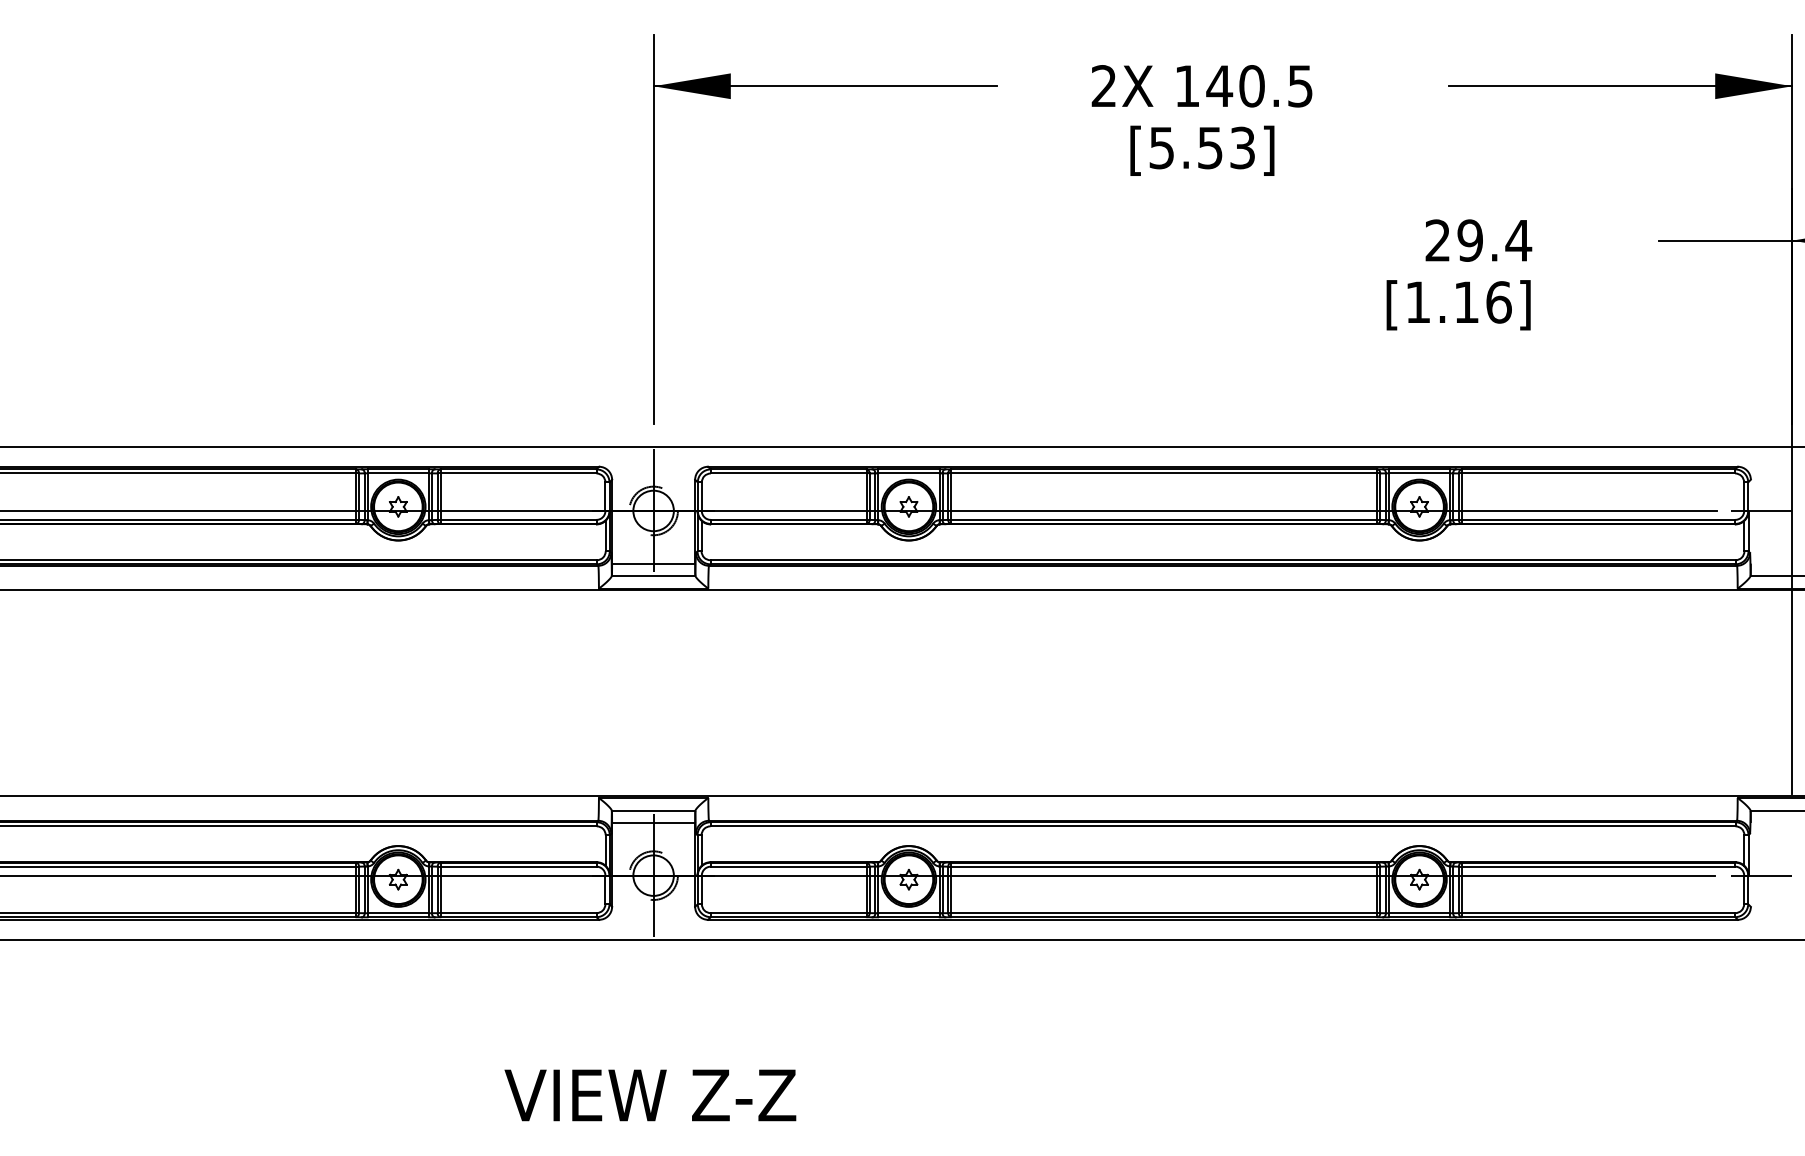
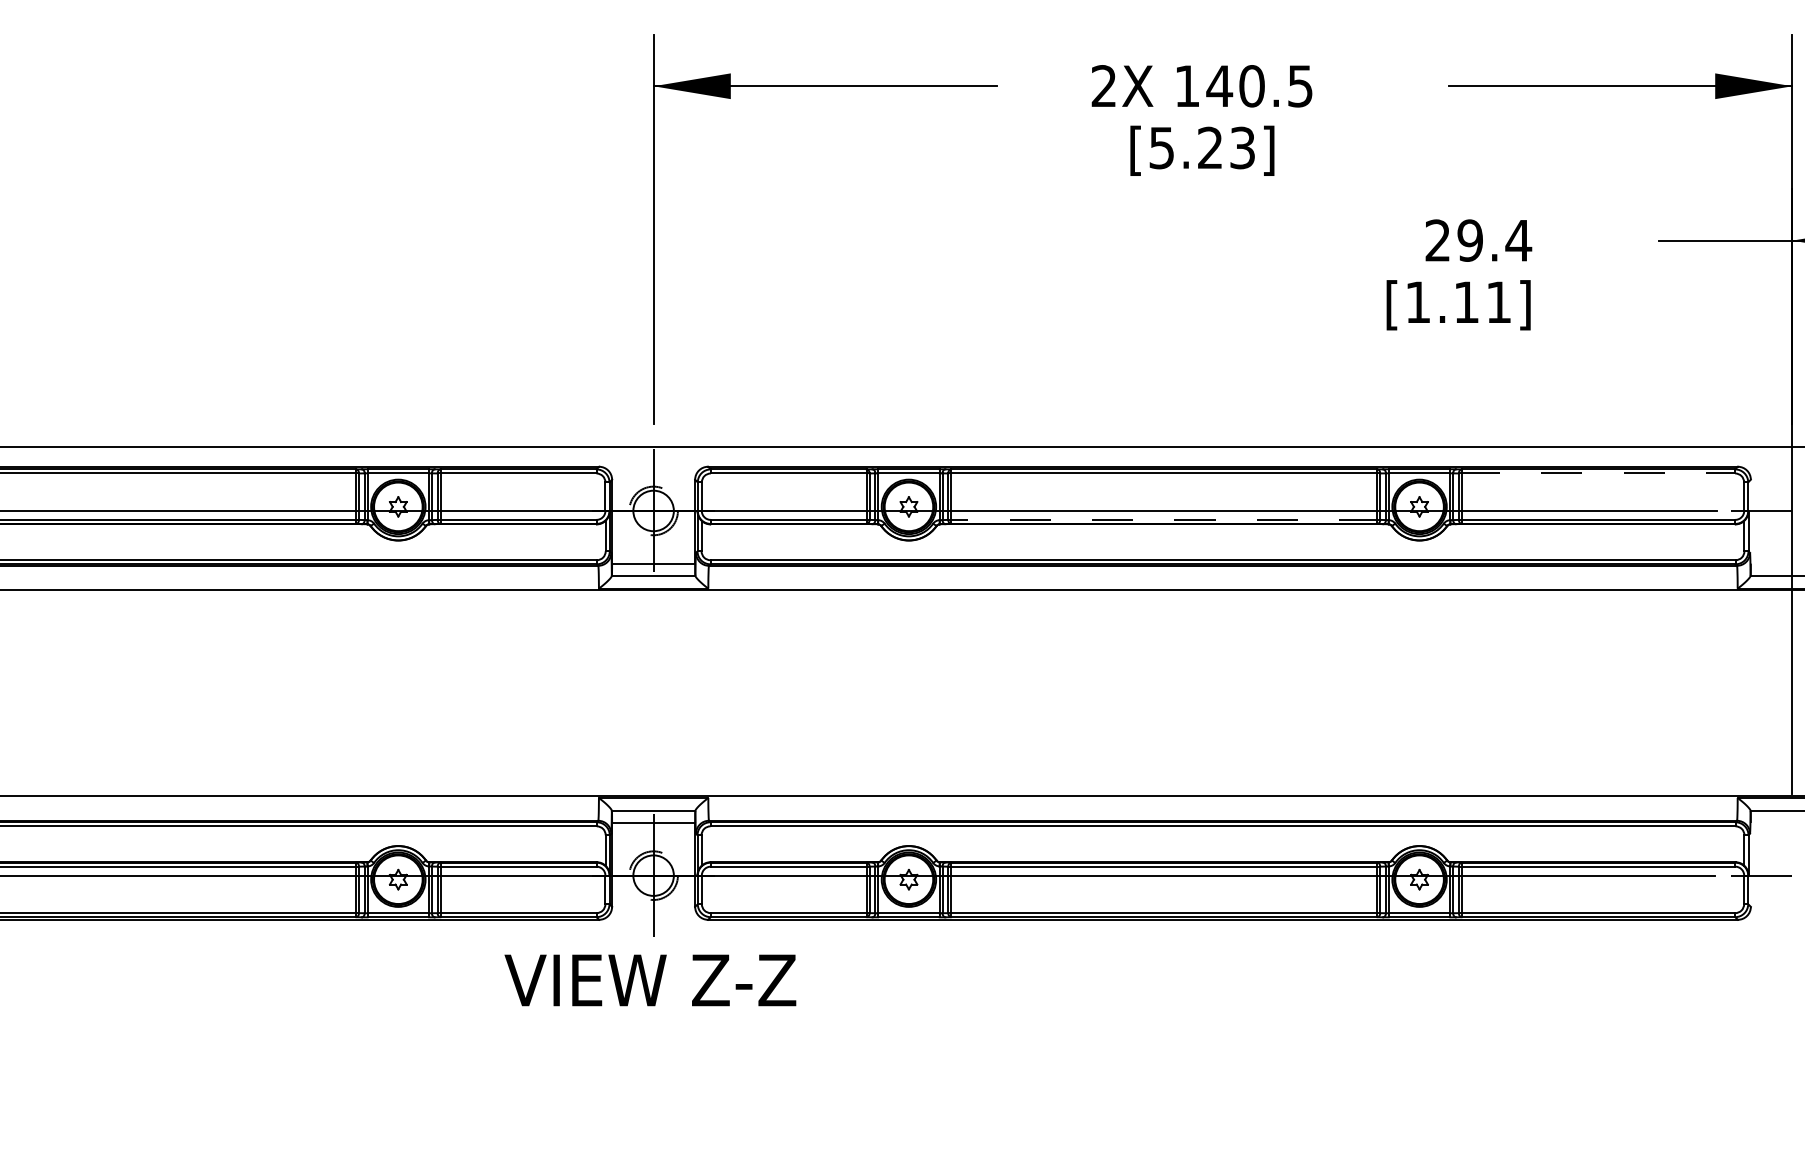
text at (1210, 147): [5.53] -> [5.23]
text at (1498, 302): [1.16] -> [1.11]
line at (1597, 473): solid -> dashed
line at (1164, 519): solid -> dashed
line at (901, 940): present -> none
text at (650, 1095) position: (650, 1095) -> (650, 980)
